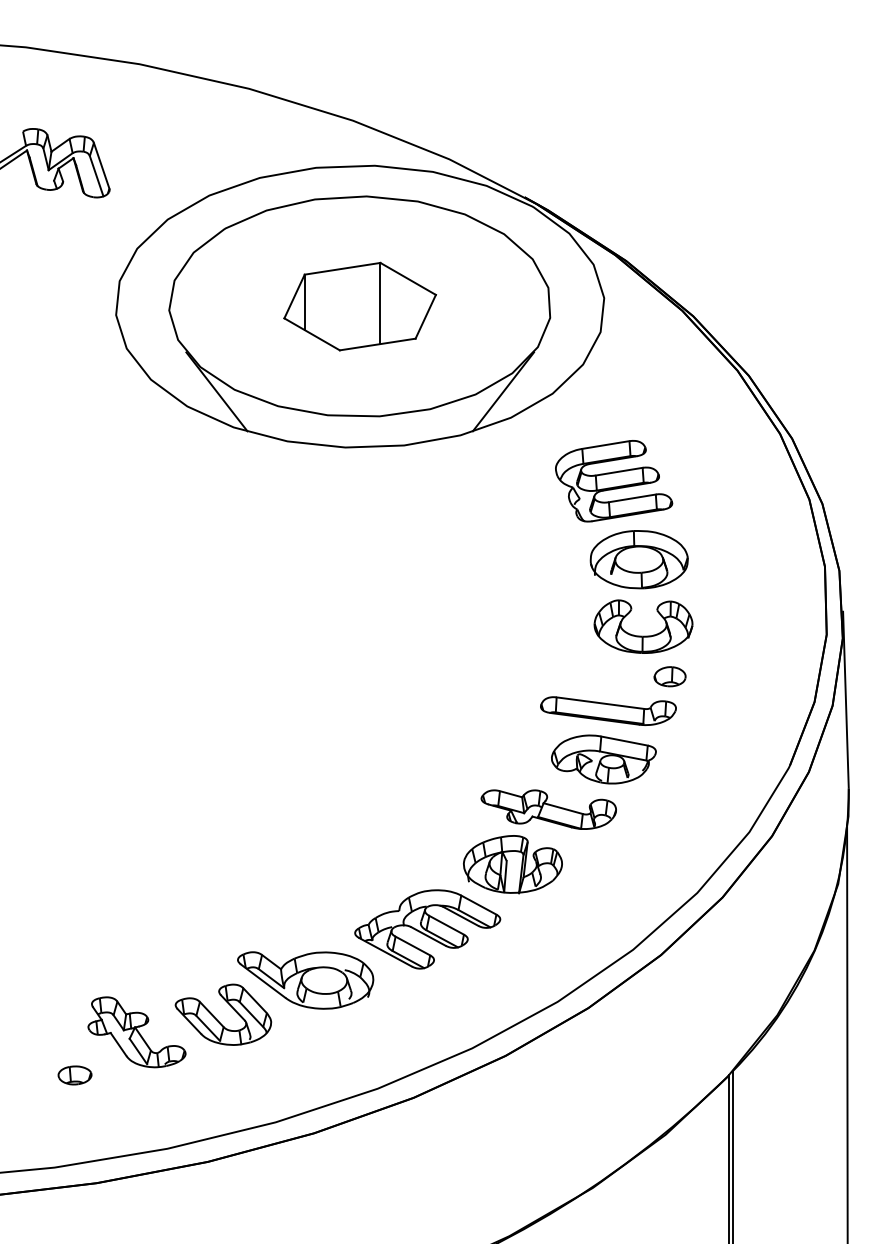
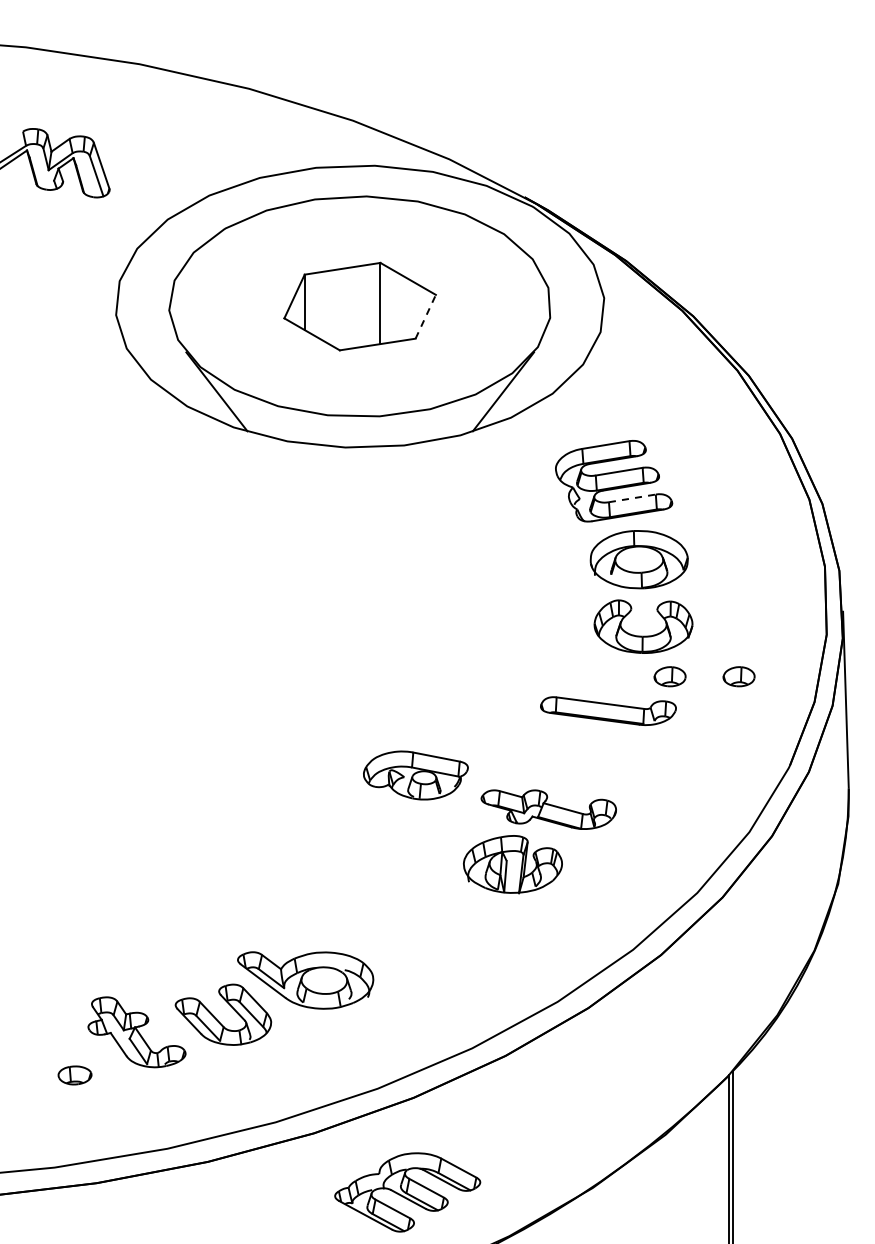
line at (425, 316): solid -> dashed
line at (632, 498): solid -> dashed
part at (738, 676): none -> present
part at (603, 759) position: (603, 759) -> (415, 775)
part at (427, 929) position: (427, 929) -> (407, 1192)
line at (847, 1032): present -> none
